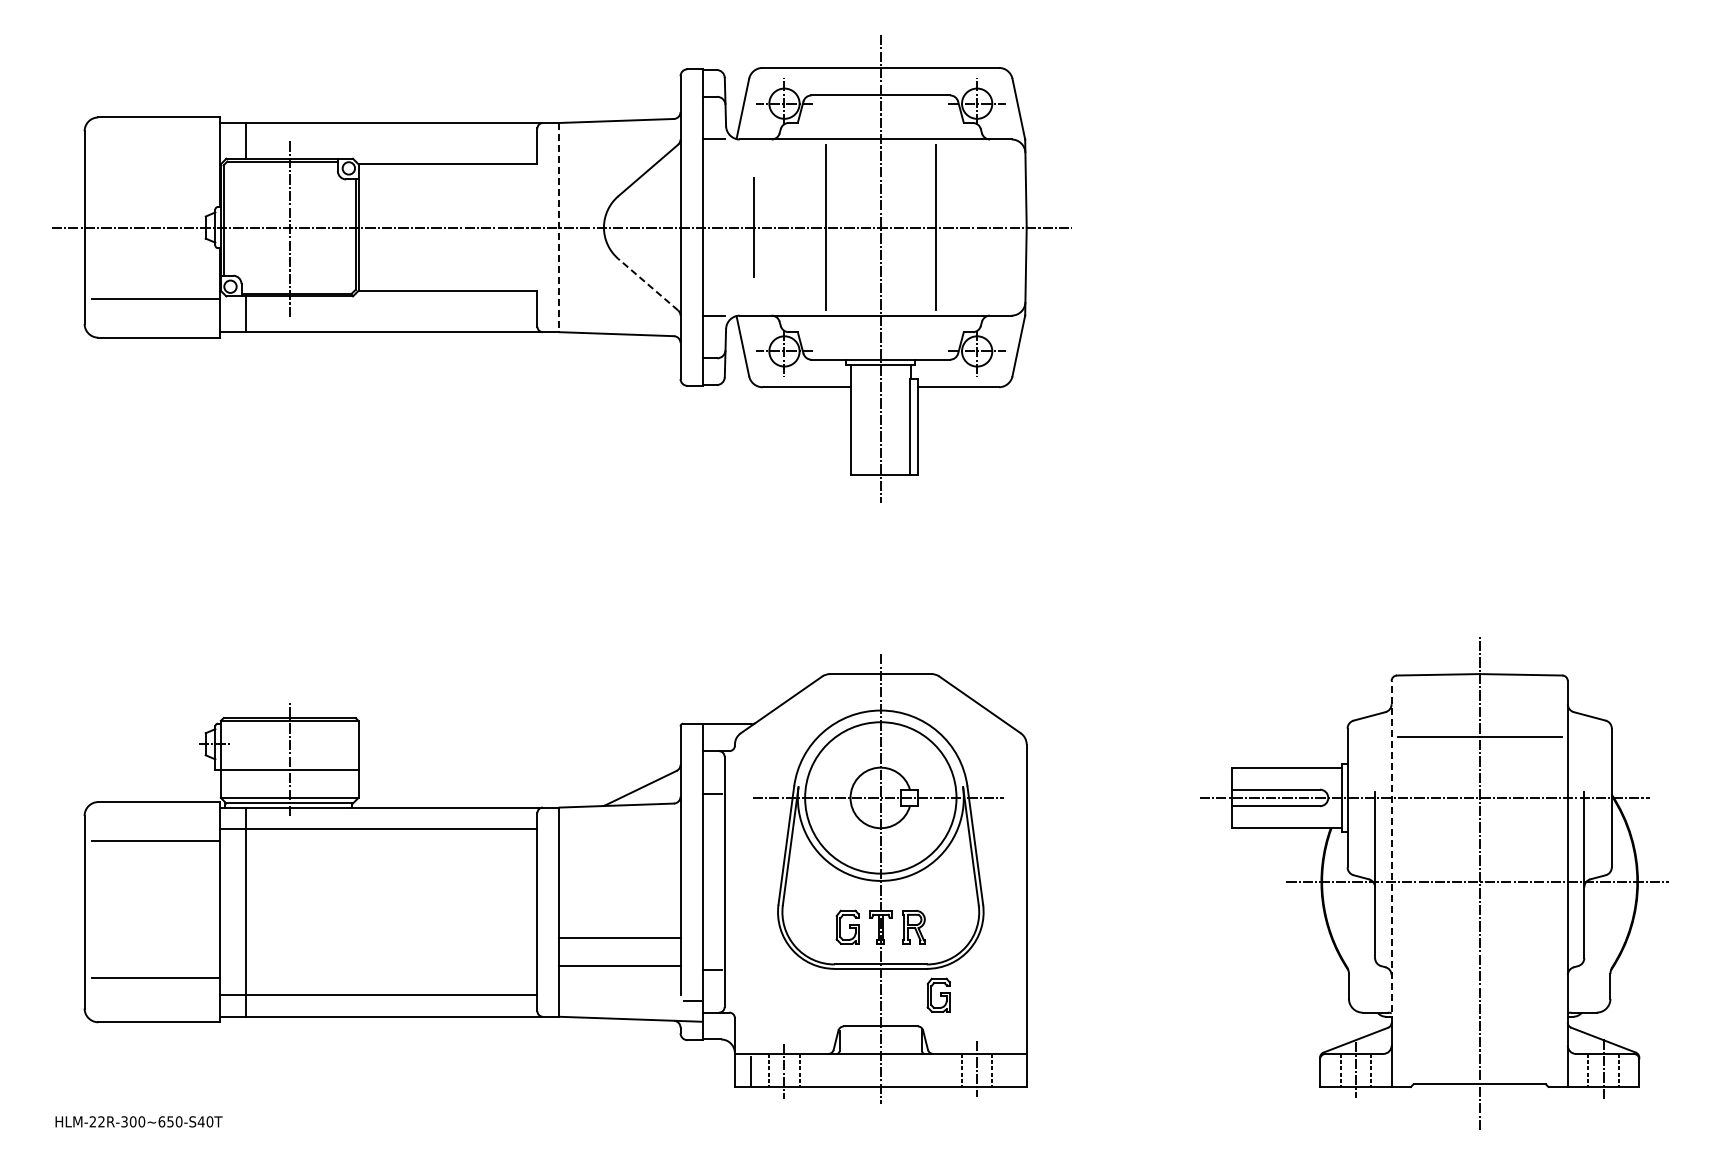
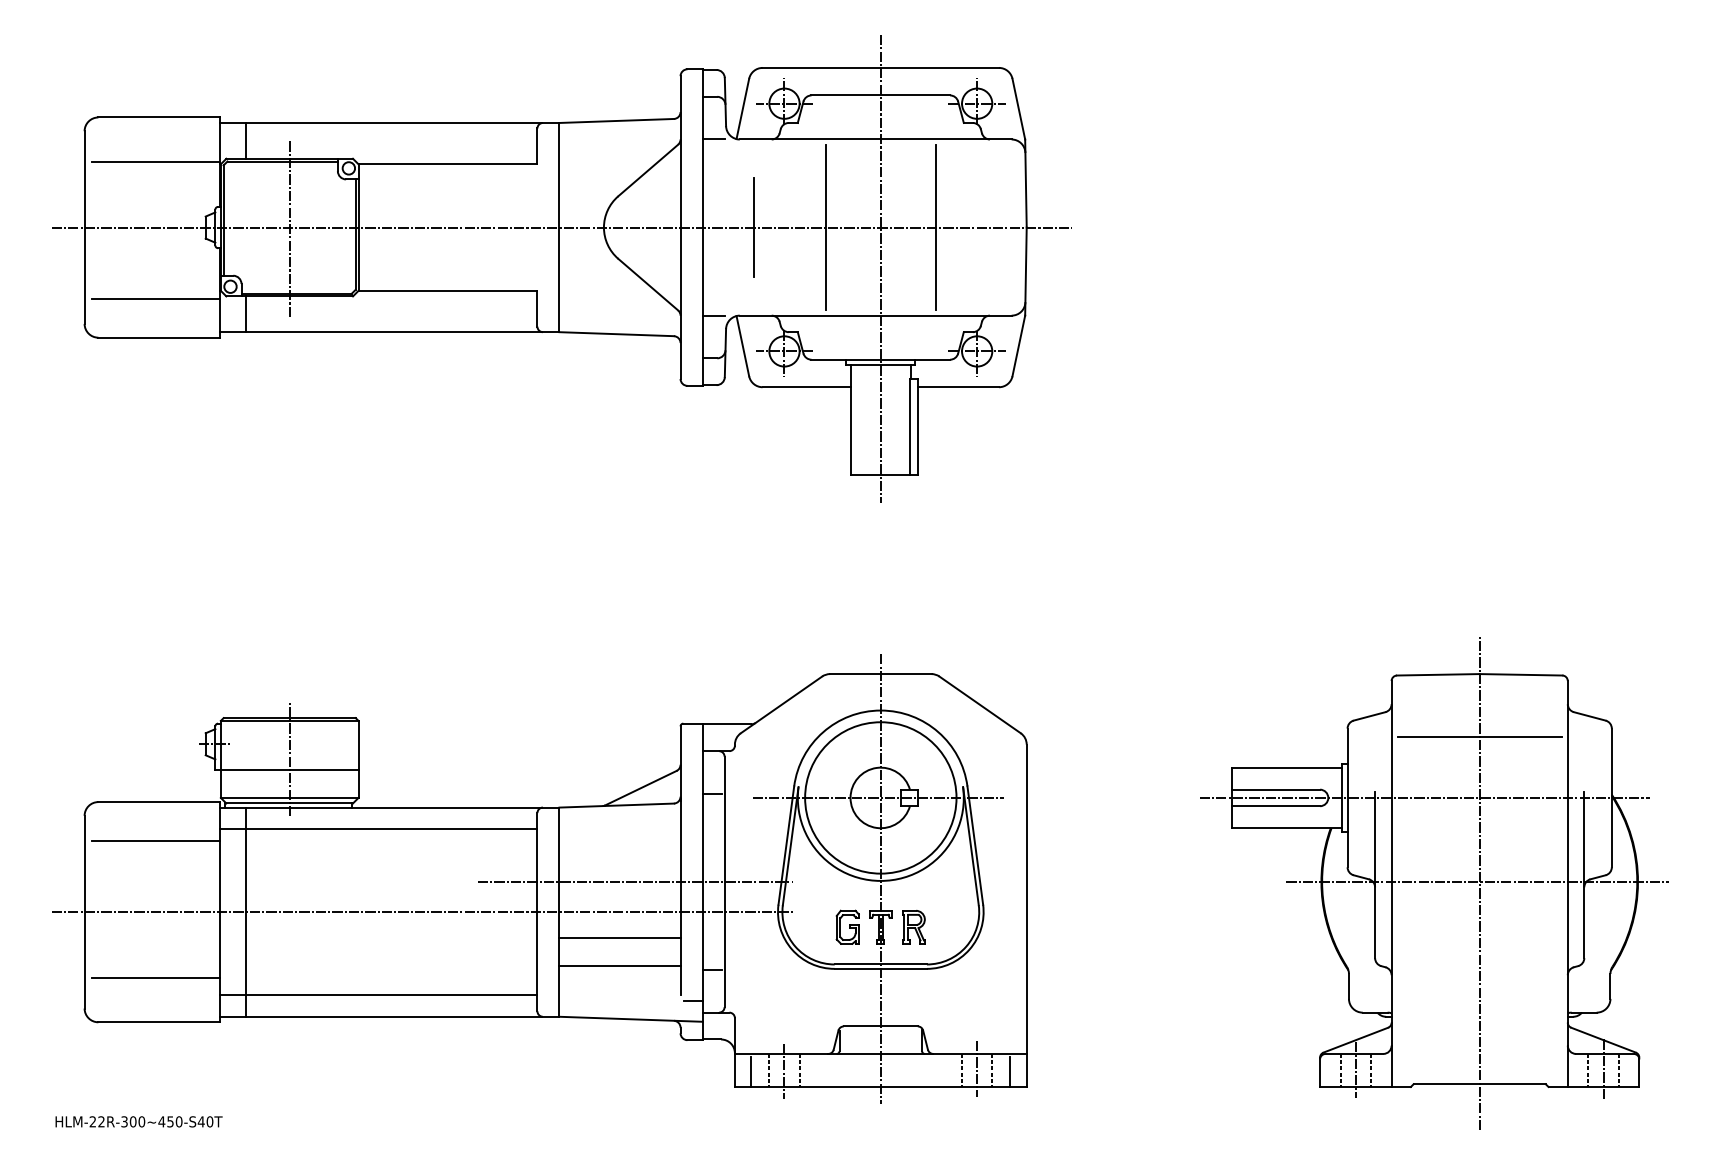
line at (155, 161): none -> present
line at (559, 227): dashed -> solid
line at (648, 284): dashed -> solid
line at (1391, 851): dashed -> solid
line at (634, 881): none -> present
line at (421, 912): none -> present
part at (938, 994): present -> none
line at (1010, 1071): none -> present
text at (161, 1121): HLM-22R-300~650-S40T -> HLM-22R-300~450-S40T
